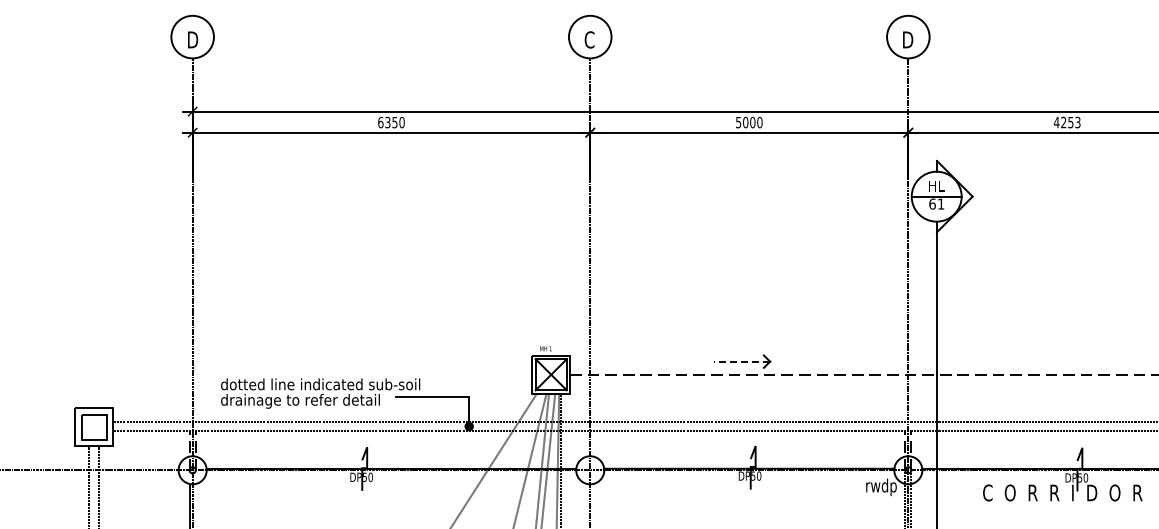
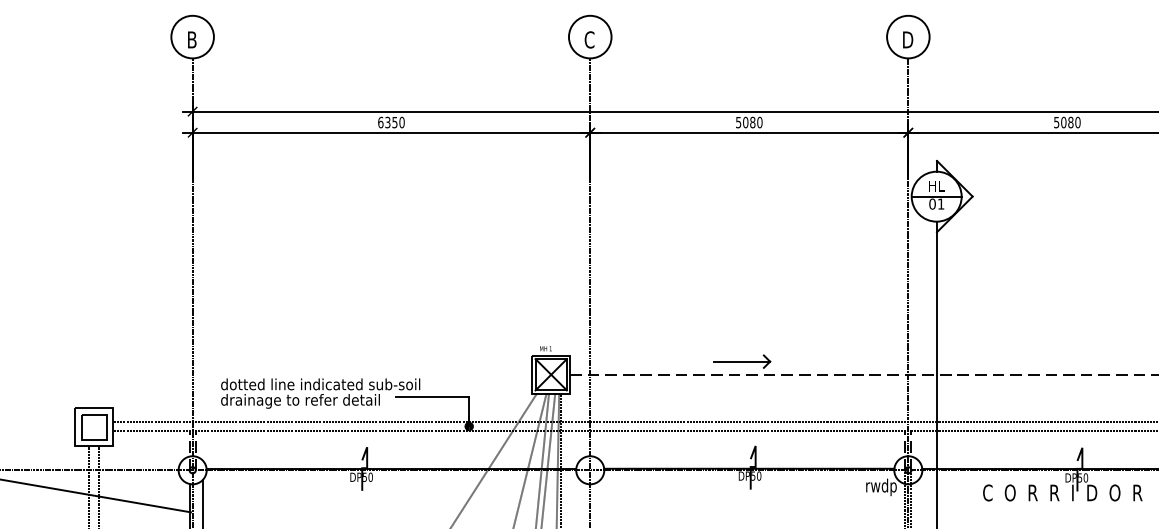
text at (193, 40): D -> B
text at (752, 122): 5000 -> 5080
text at (1066, 122): 4253 -> 5080
text at (932, 203): 61 -> 01
line at (742, 361): dashed -> solid
line at (96, 495): none -> present
line at (203, 502): none -> present
